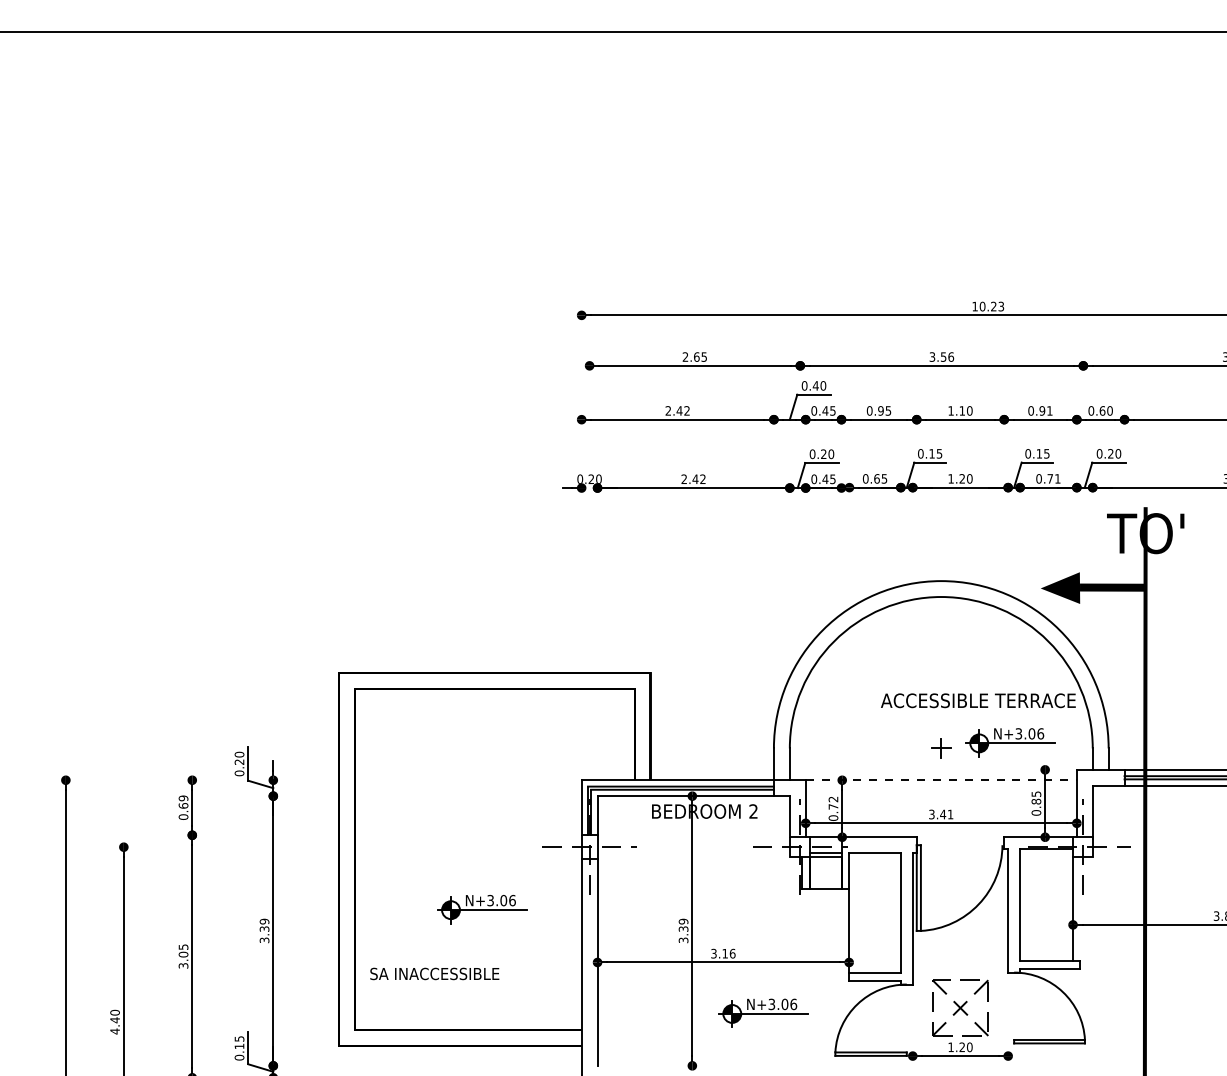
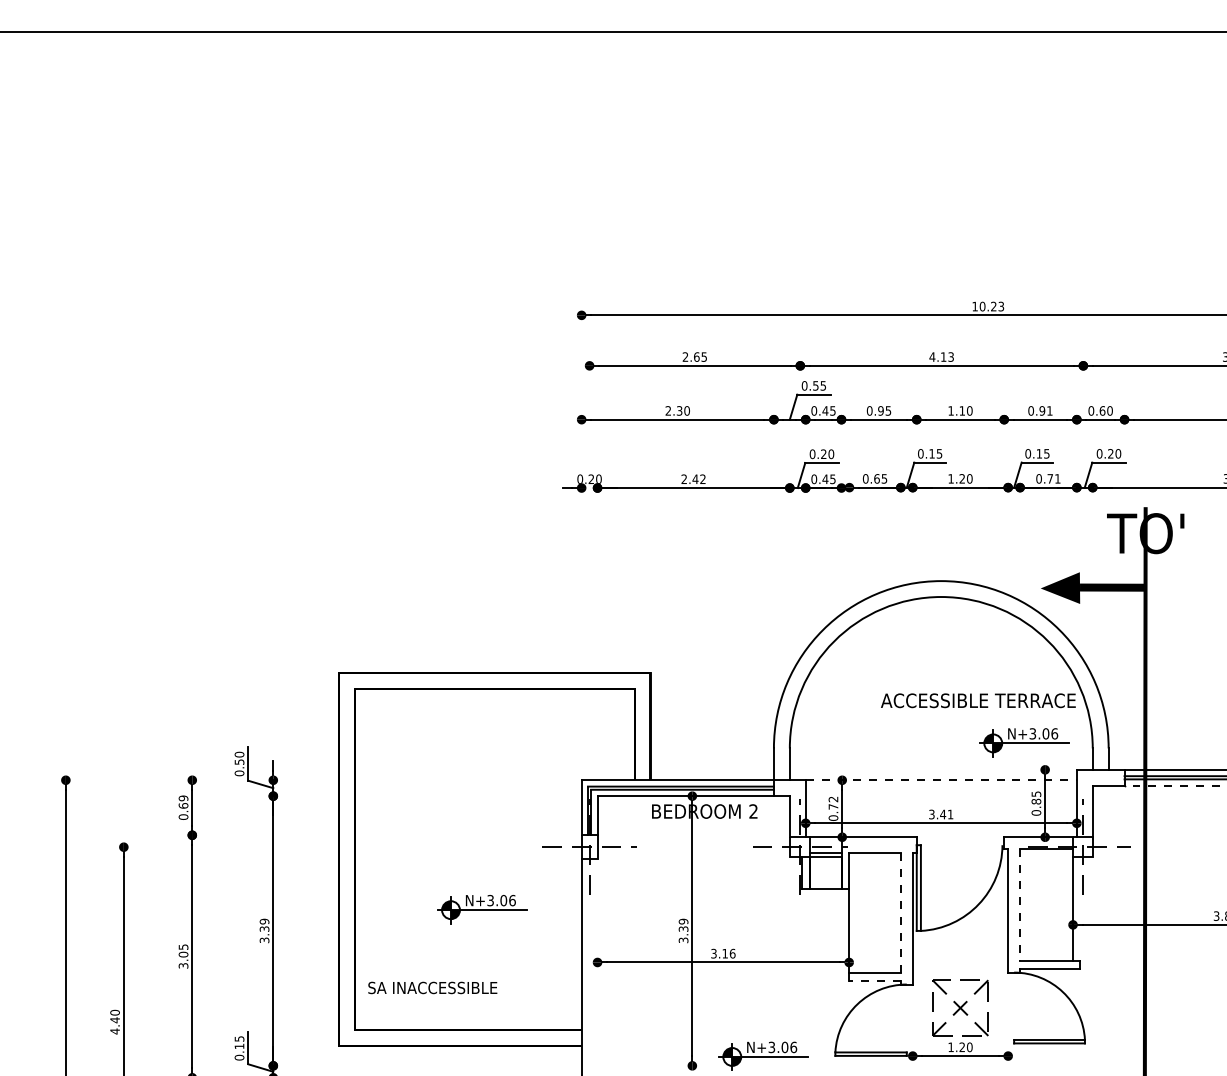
text at (941, 356): 3.56 -> 4.13
text at (819, 385): 0.40 -> 0.55
text at (682, 410): 2.42 -> 2.30
part at (1010, 742) position: (1010, 742) -> (1024, 742)
part at (941, 748): present -> none
text at (239, 761): 0.20 -> 0.50
line at (1175, 785): solid -> dashed
line at (1020, 904): solid -> dashed
line at (900, 912): solid -> dashed
line at (597, 962): present -> none
text at (434, 973) position: (434, 973) -> (432, 987)
line at (875, 980): solid -> dashed
part at (763, 1012) position: (763, 1012) -> (763, 1055)
